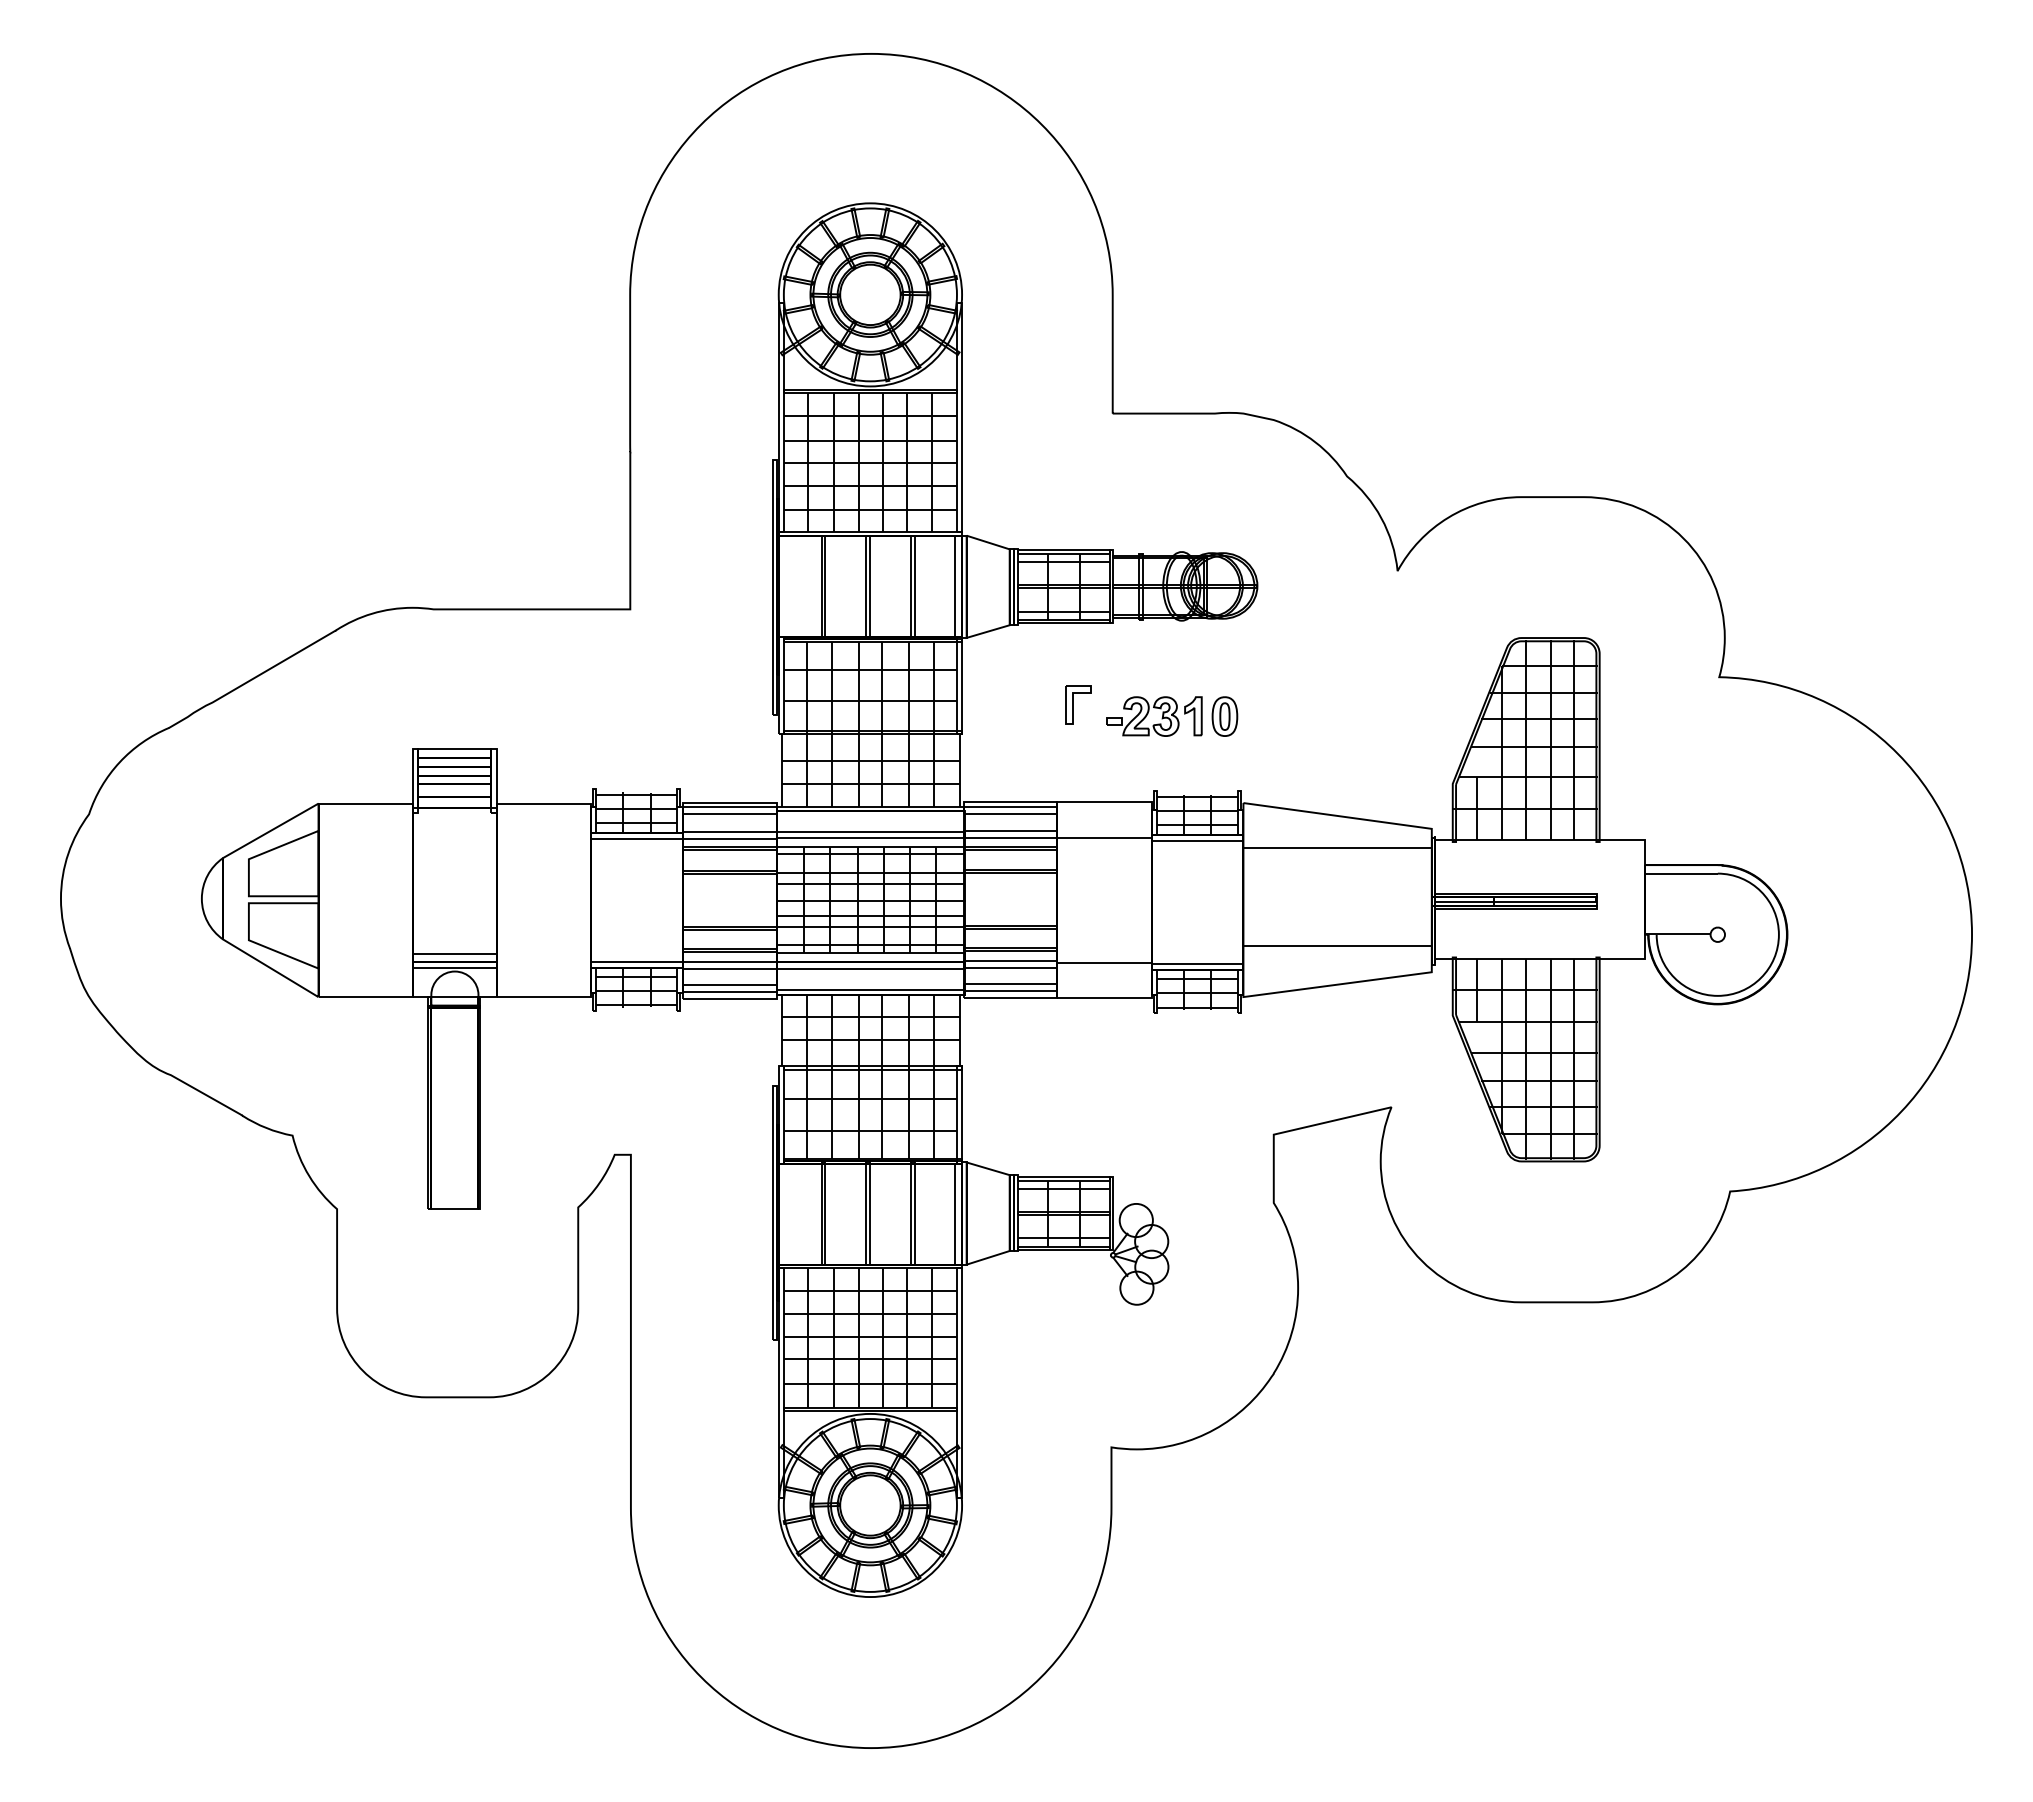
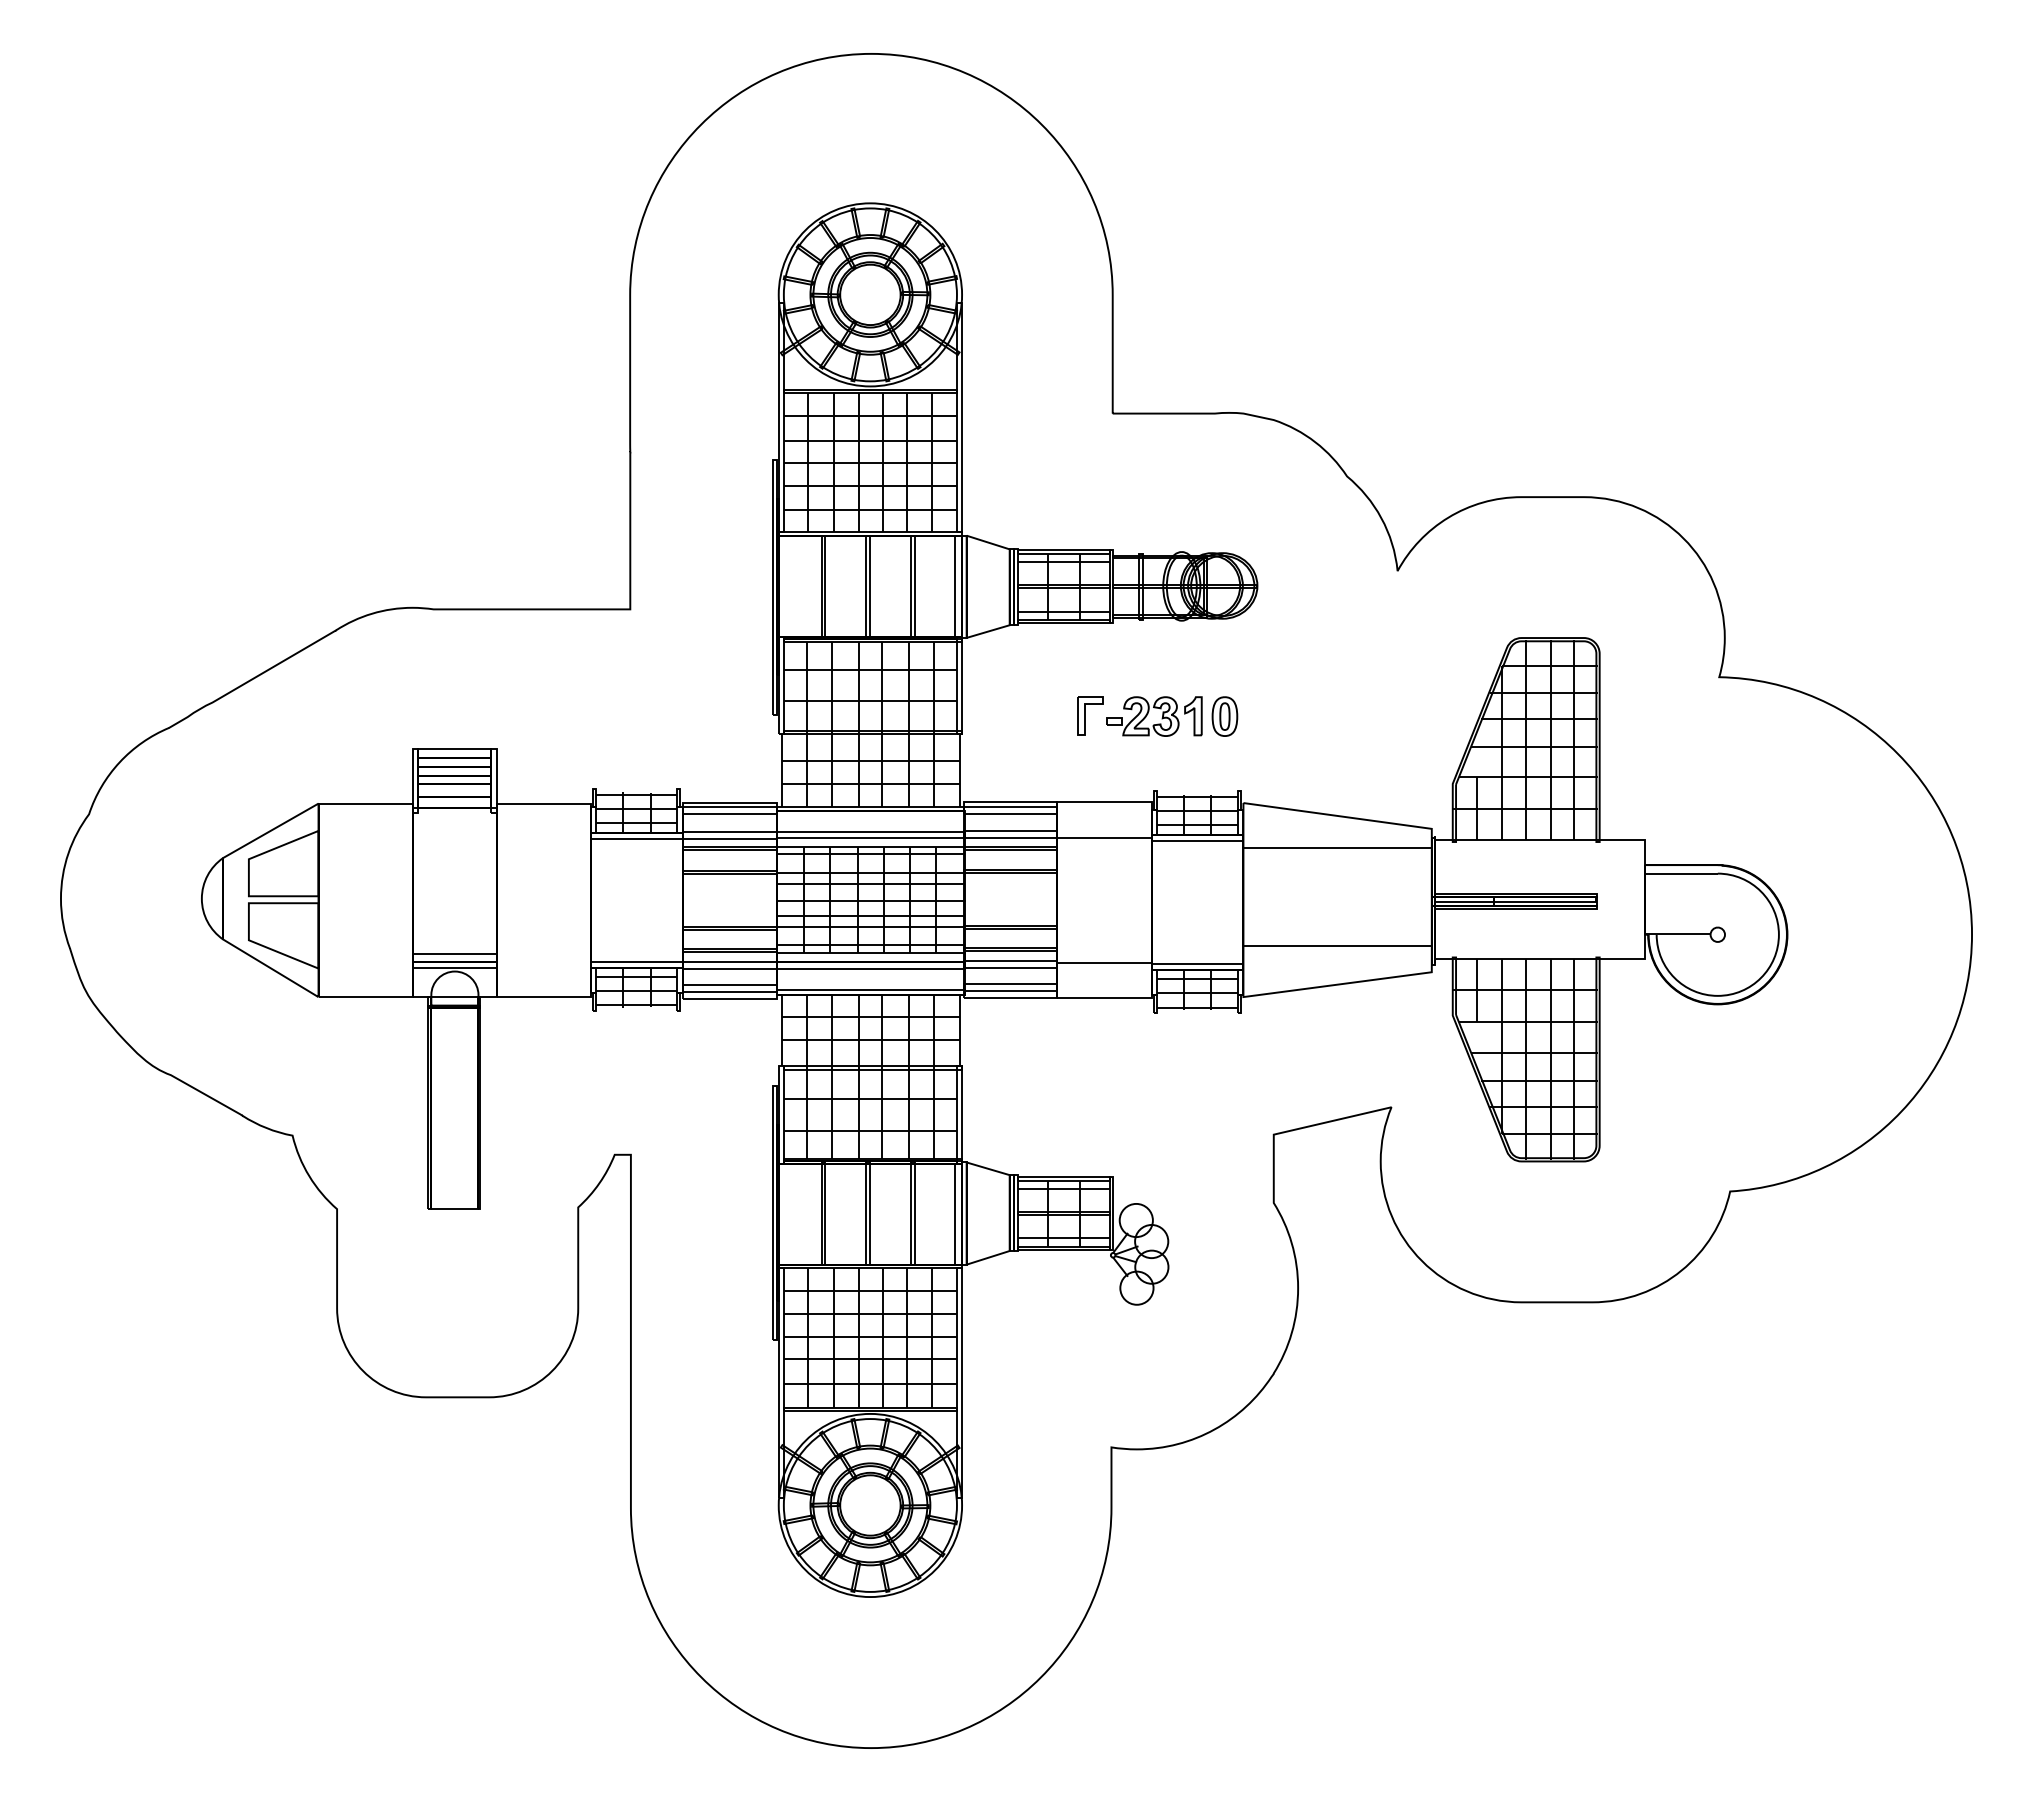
part at (1078, 704) position: (1078, 704) -> (1090, 715)
